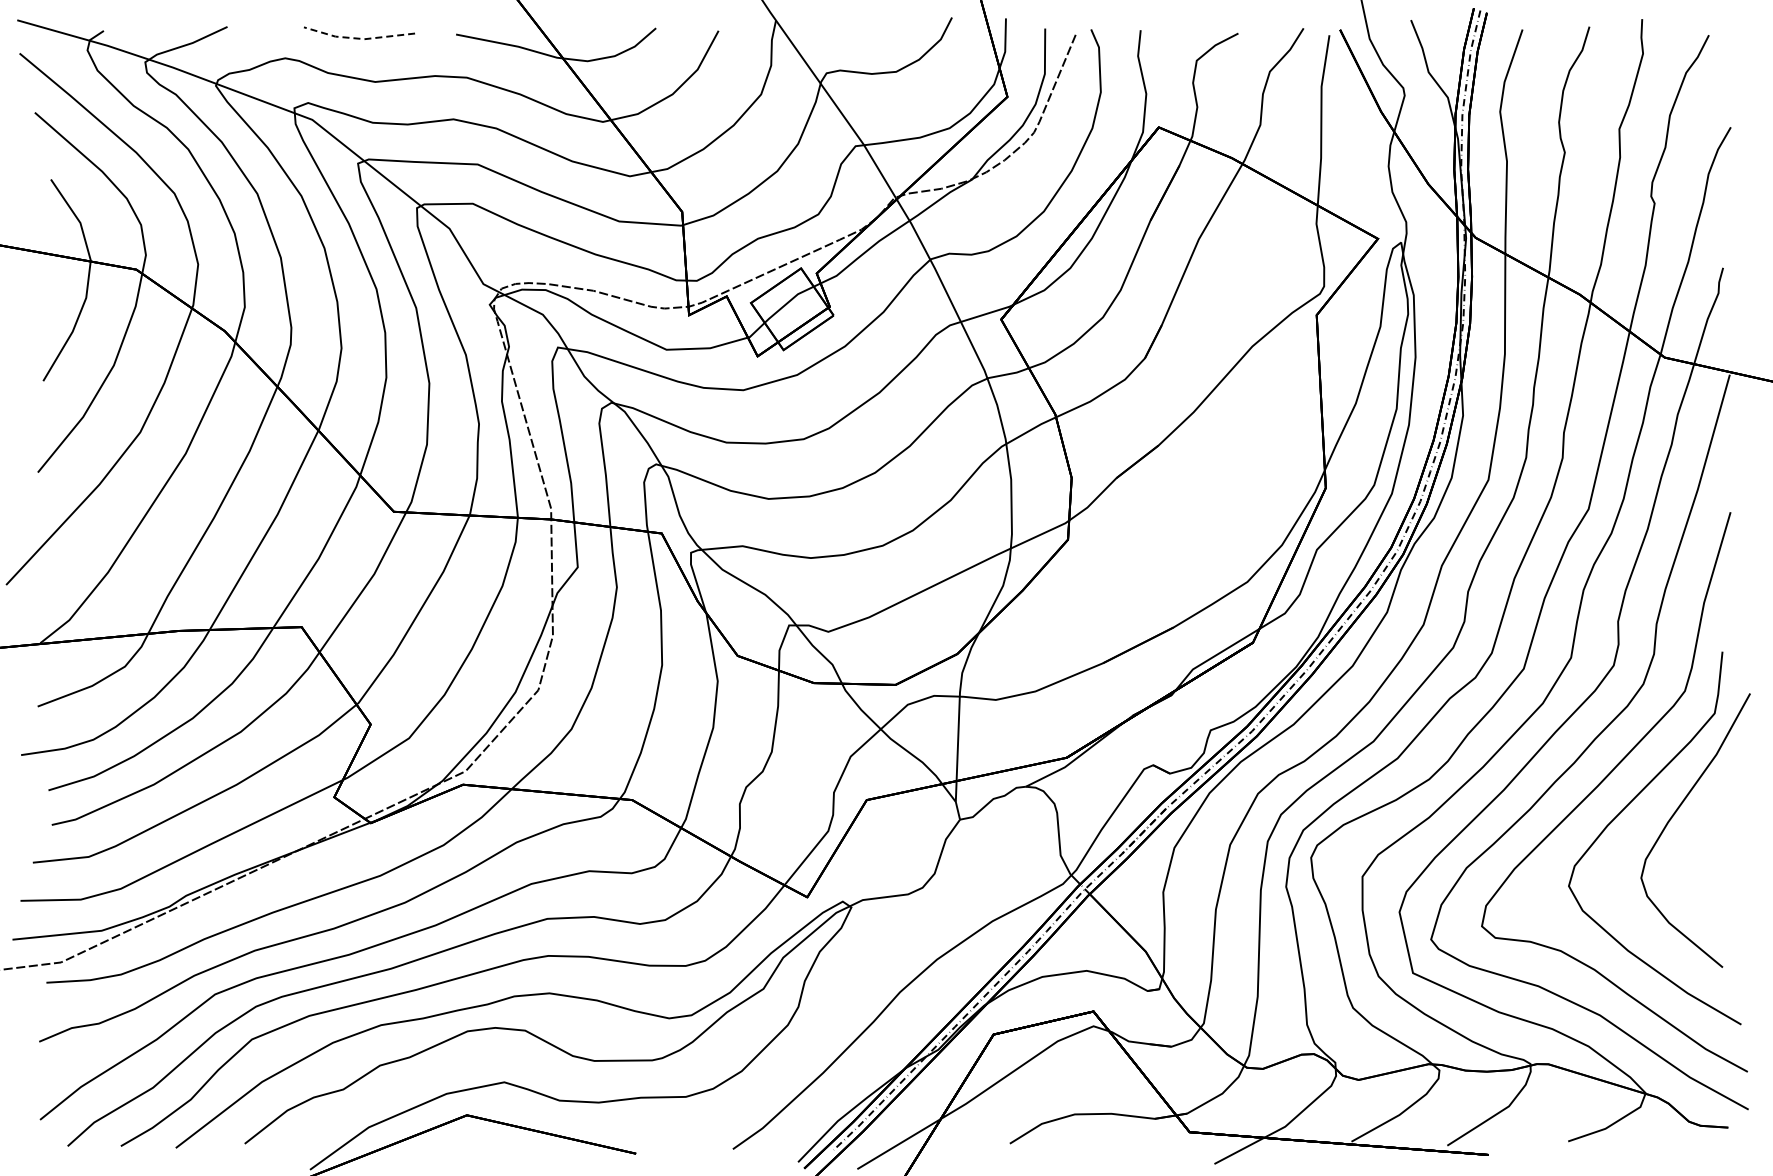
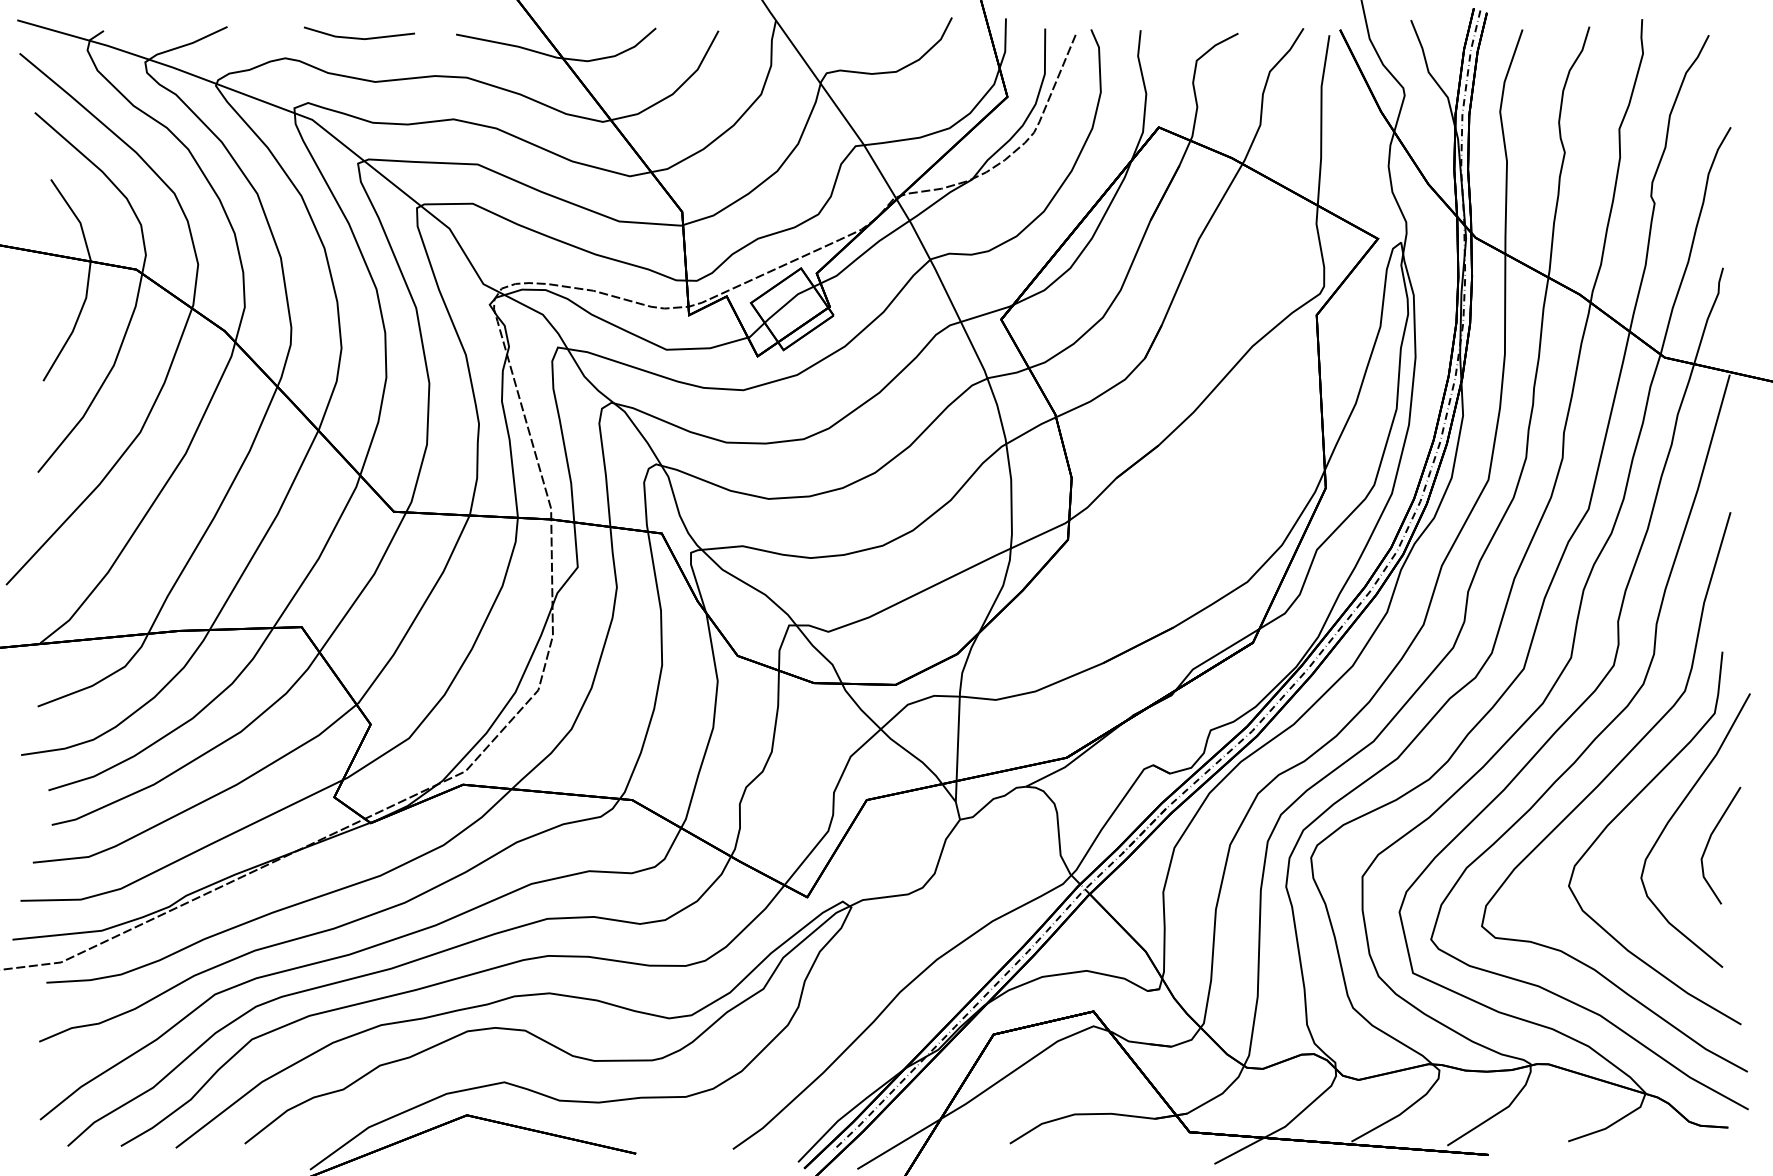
line at (358, 38): dashed -> solid
line at (1709, 842): none -> present
